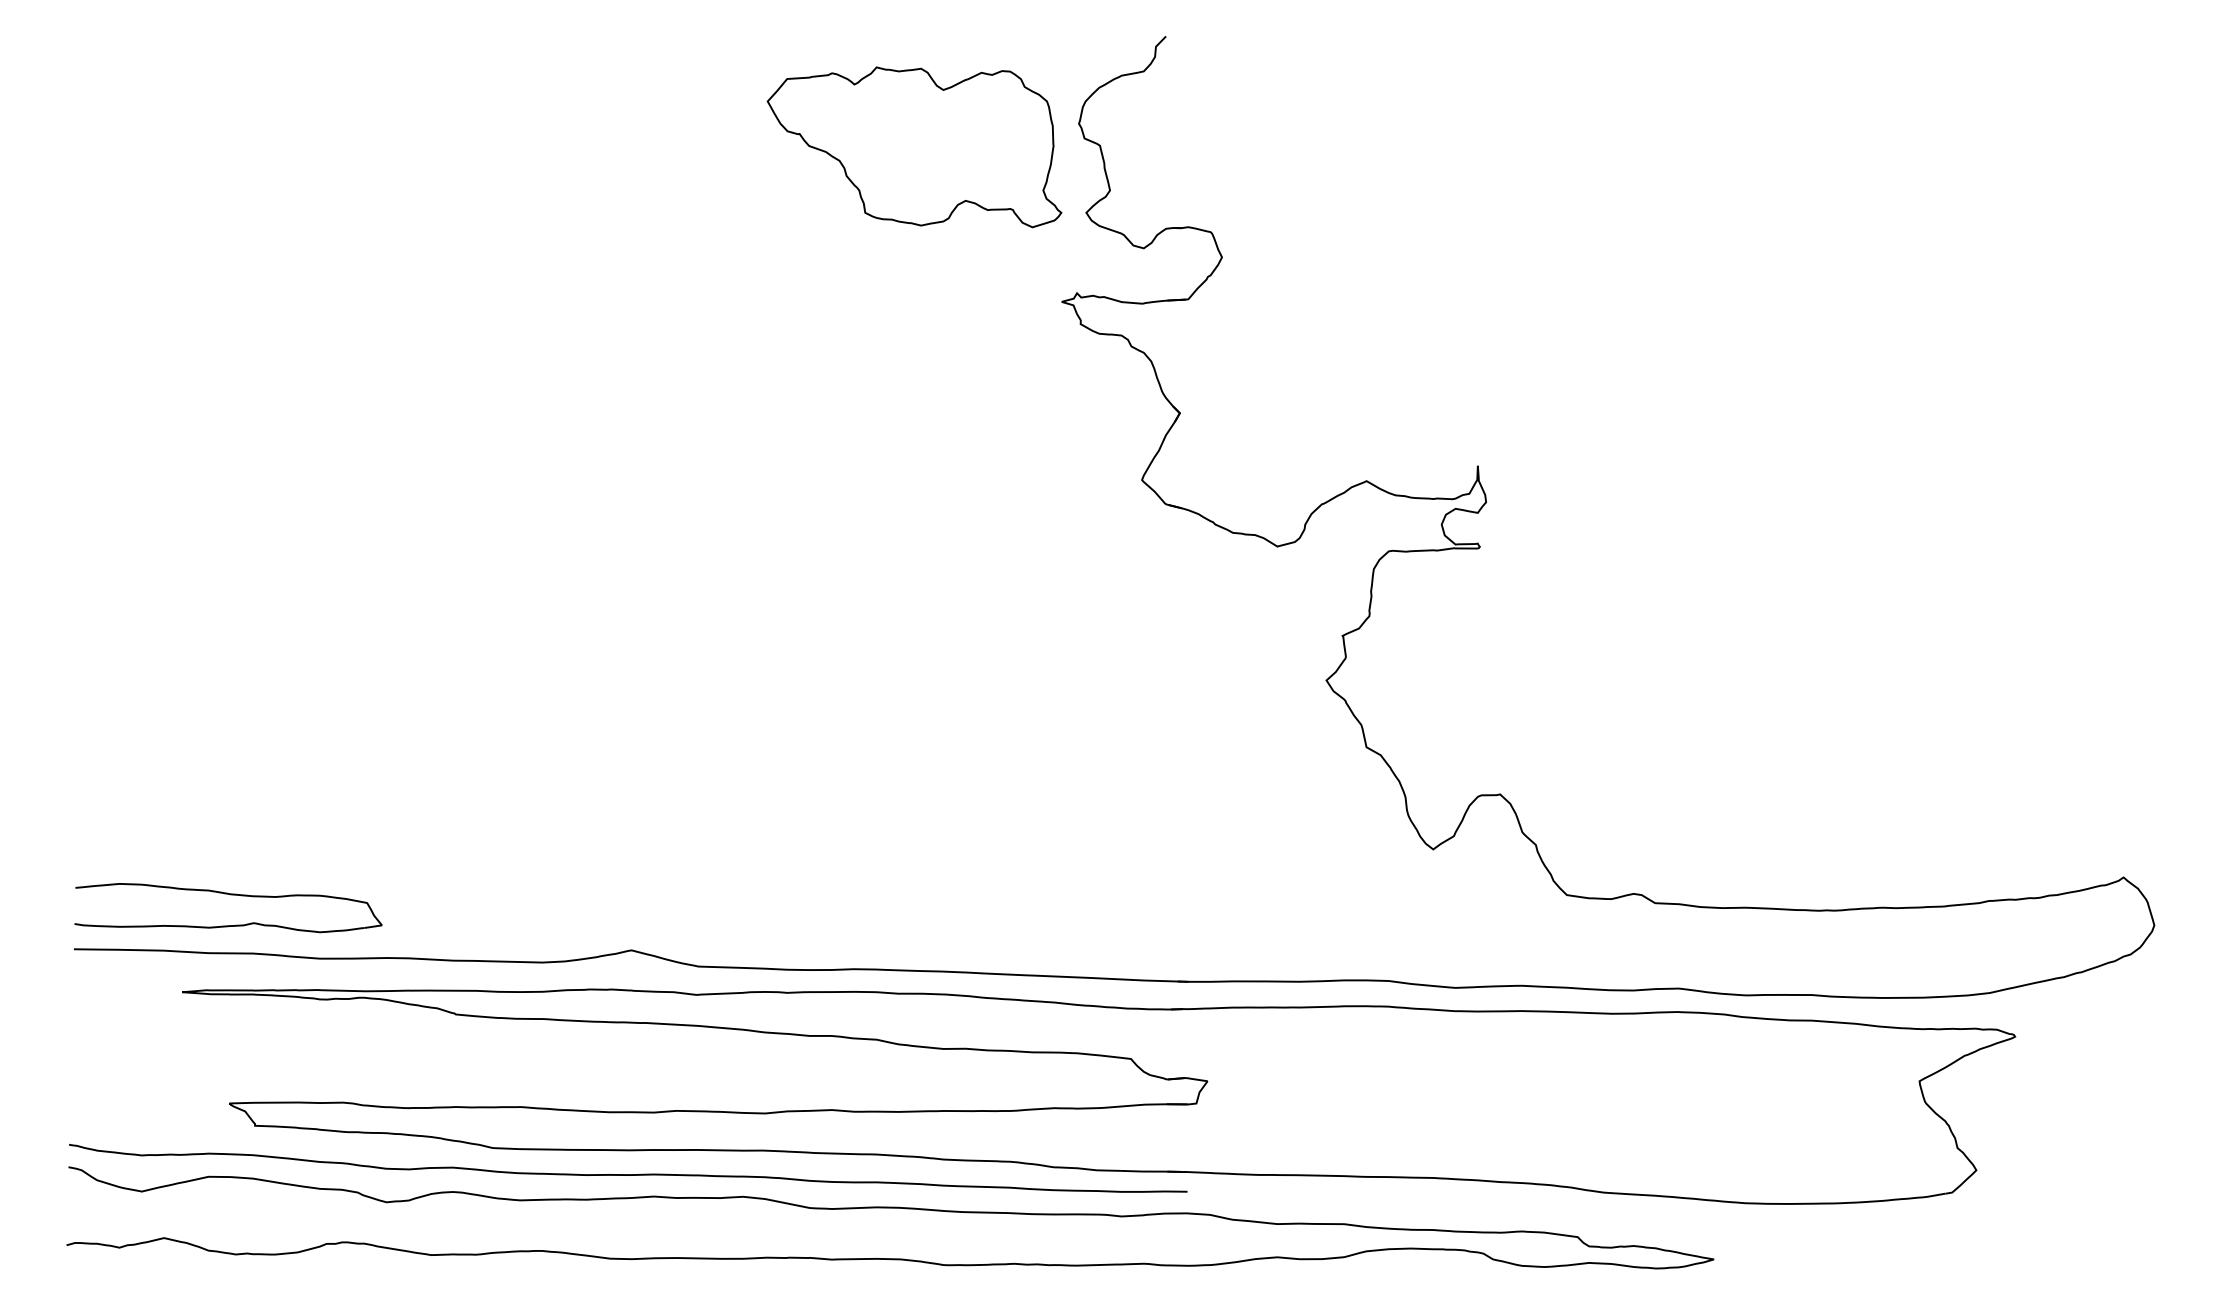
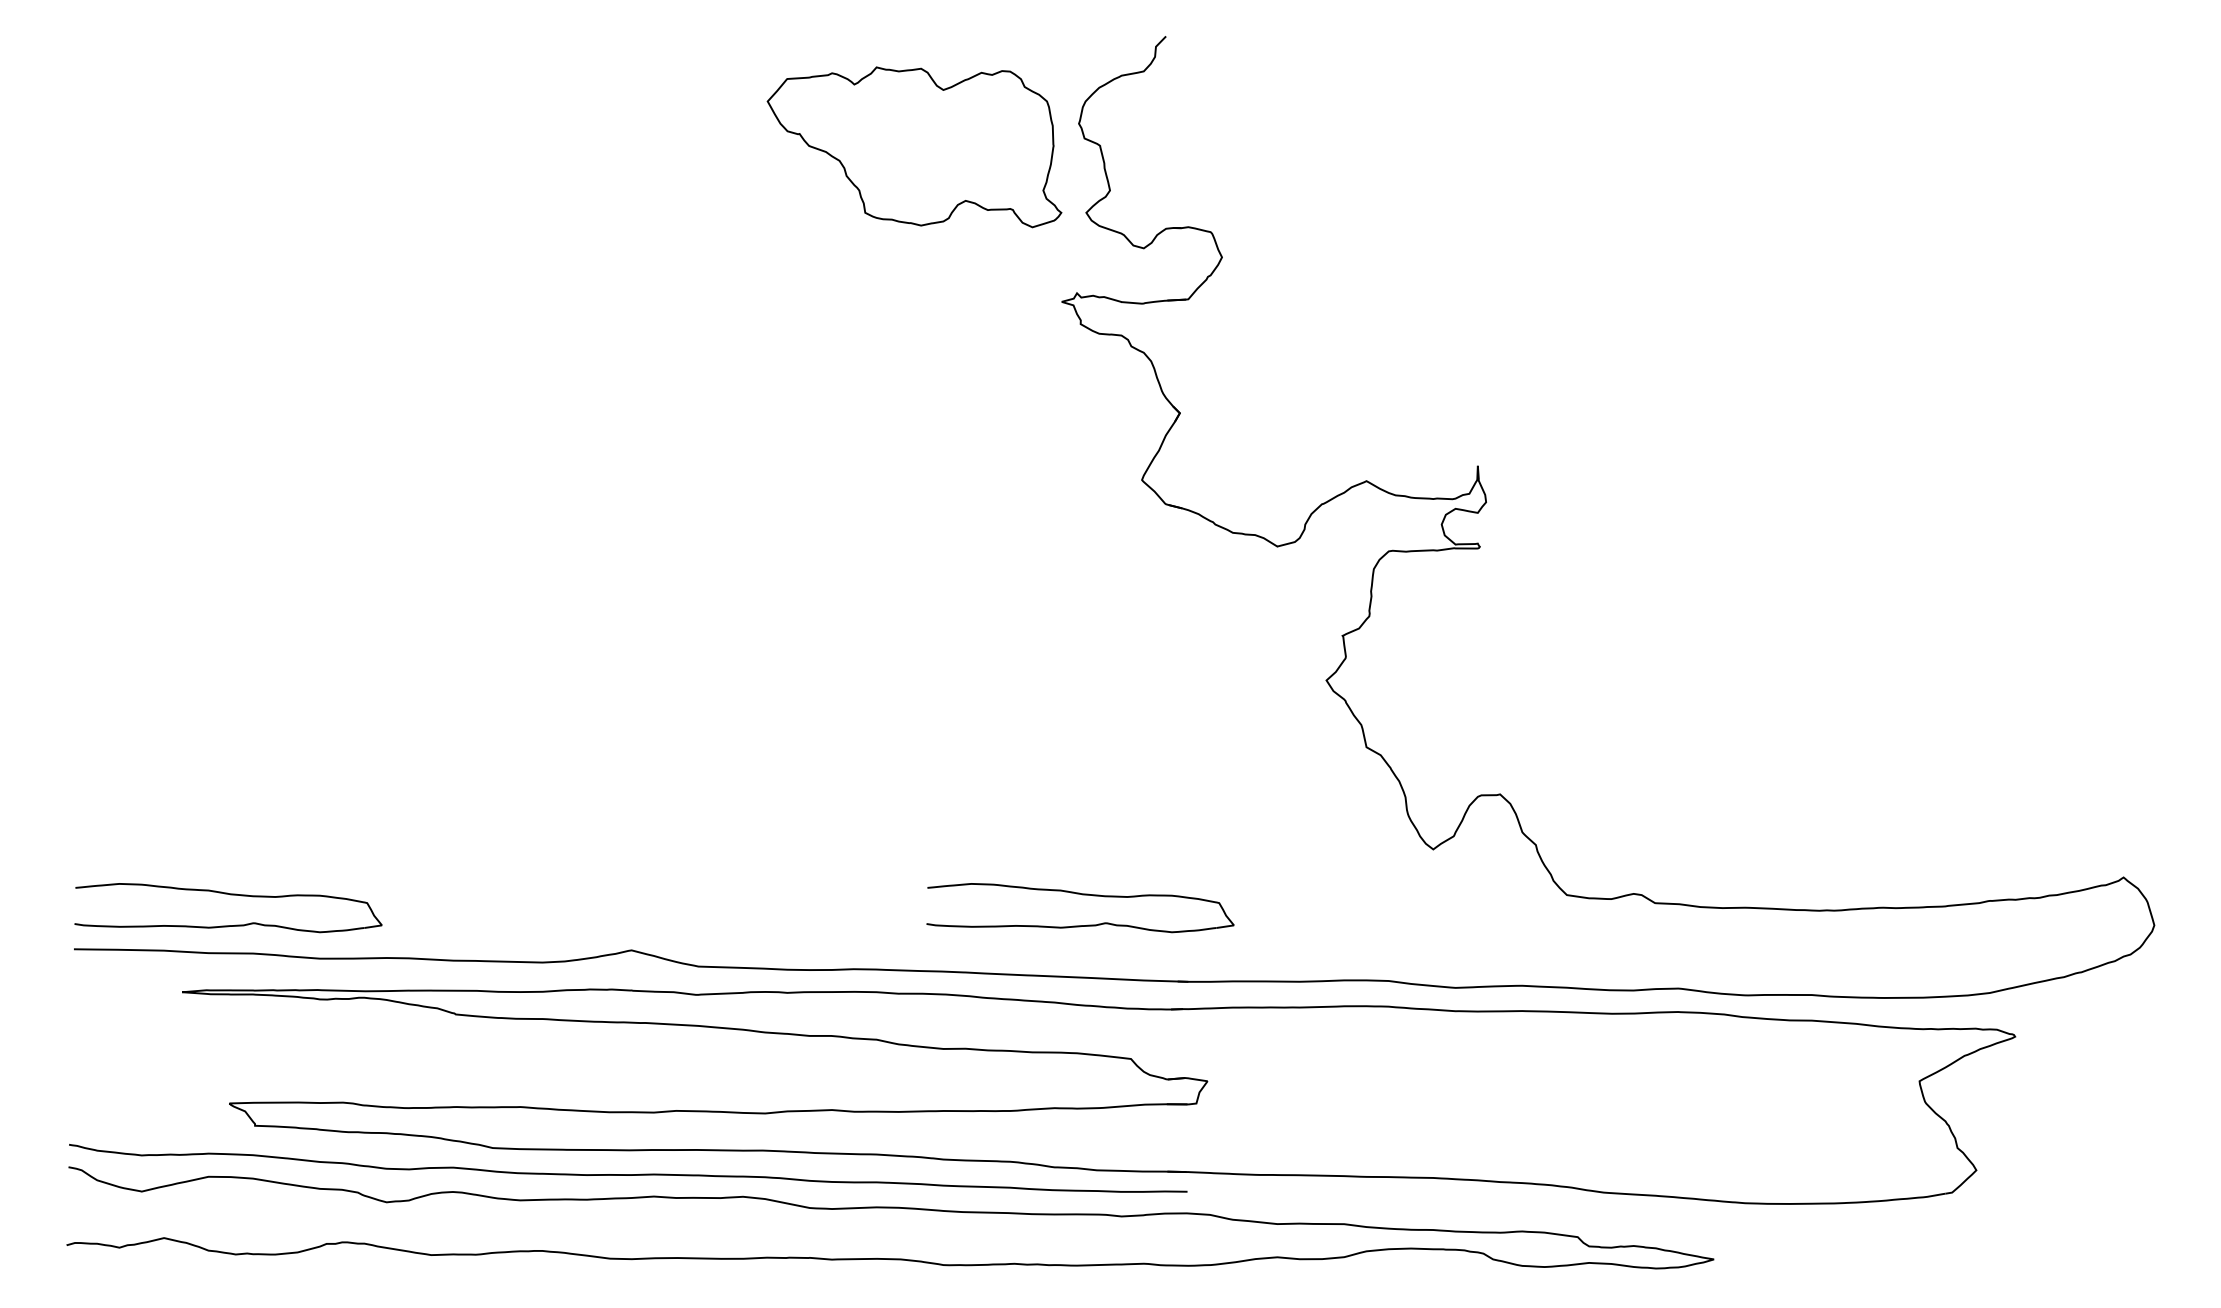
part at (1082, 895): none -> present
